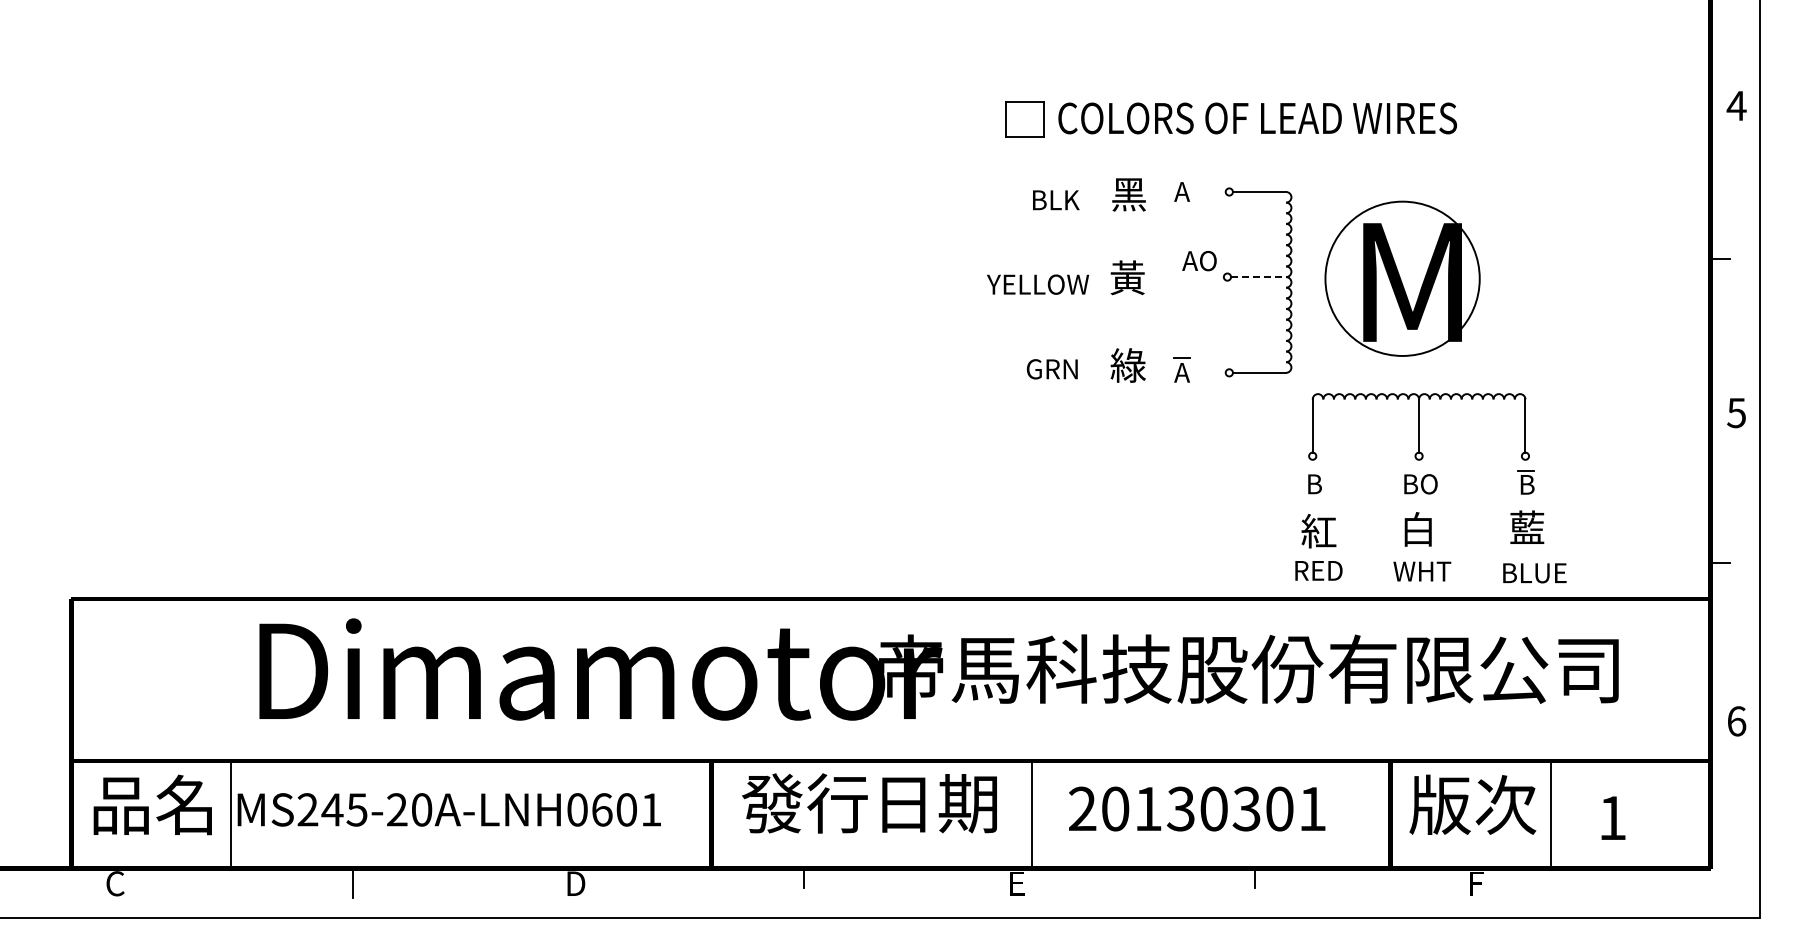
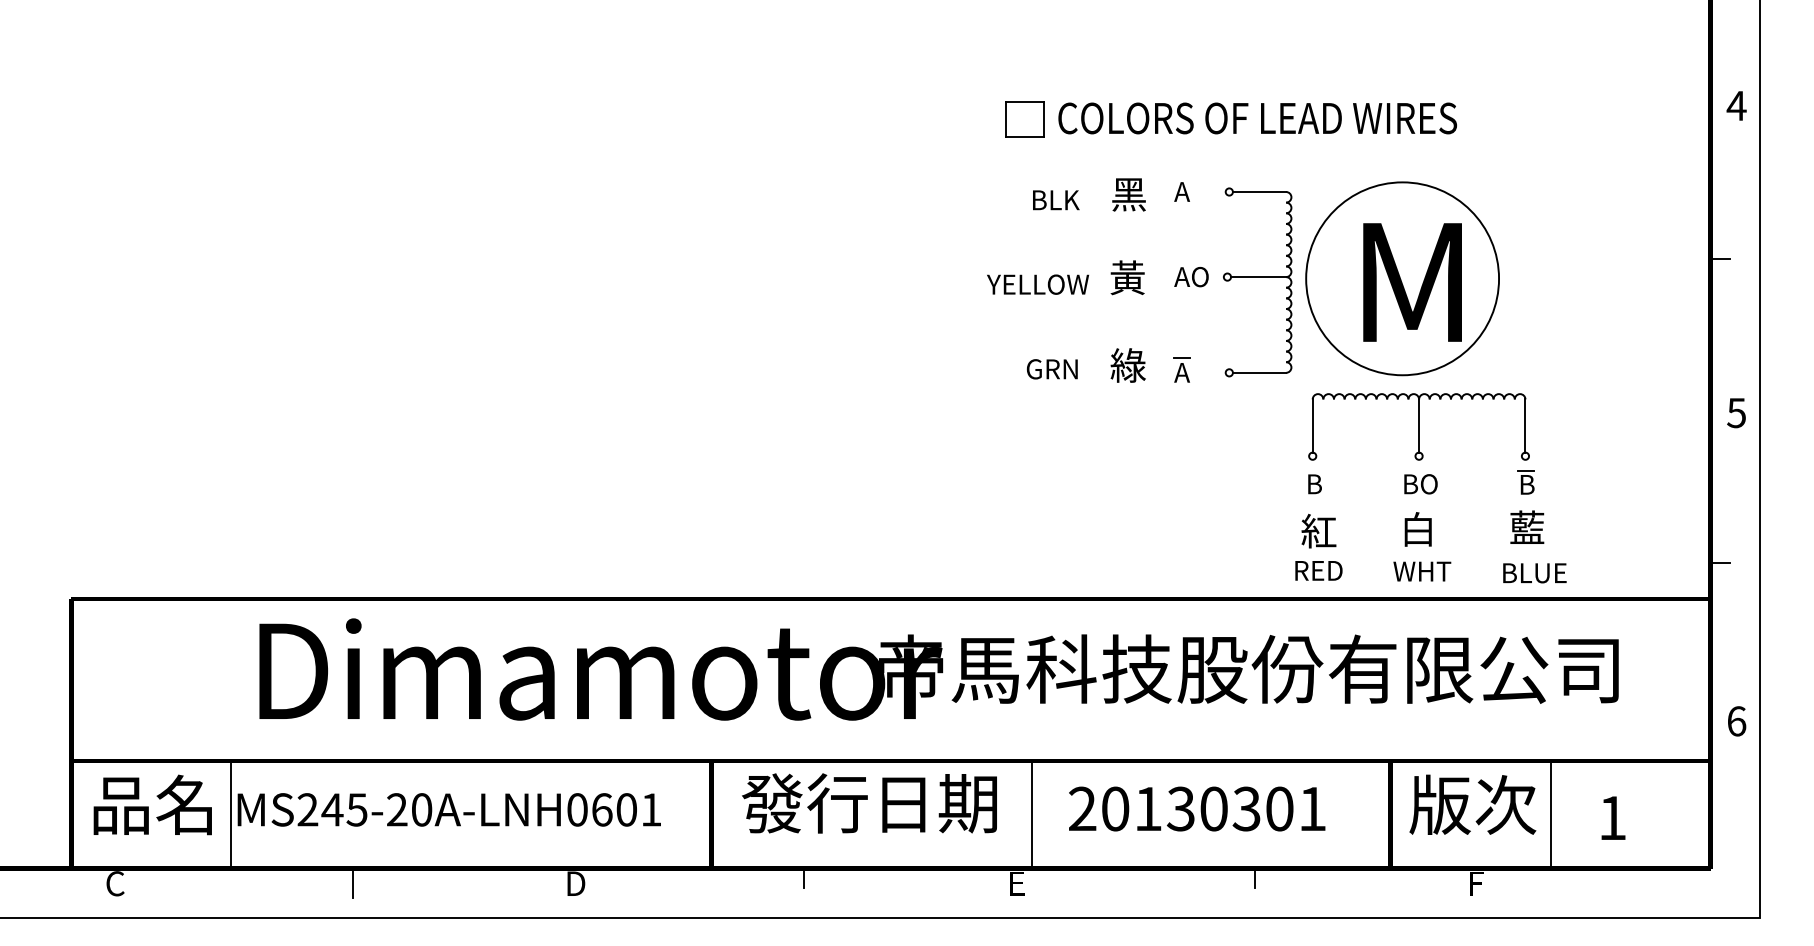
text at (1199, 261) position: (1199, 261) -> (1191, 277)
line at (1258, 277): dashed -> solid
circle at (1402, 278) diameter: 154 px -> 193 px
